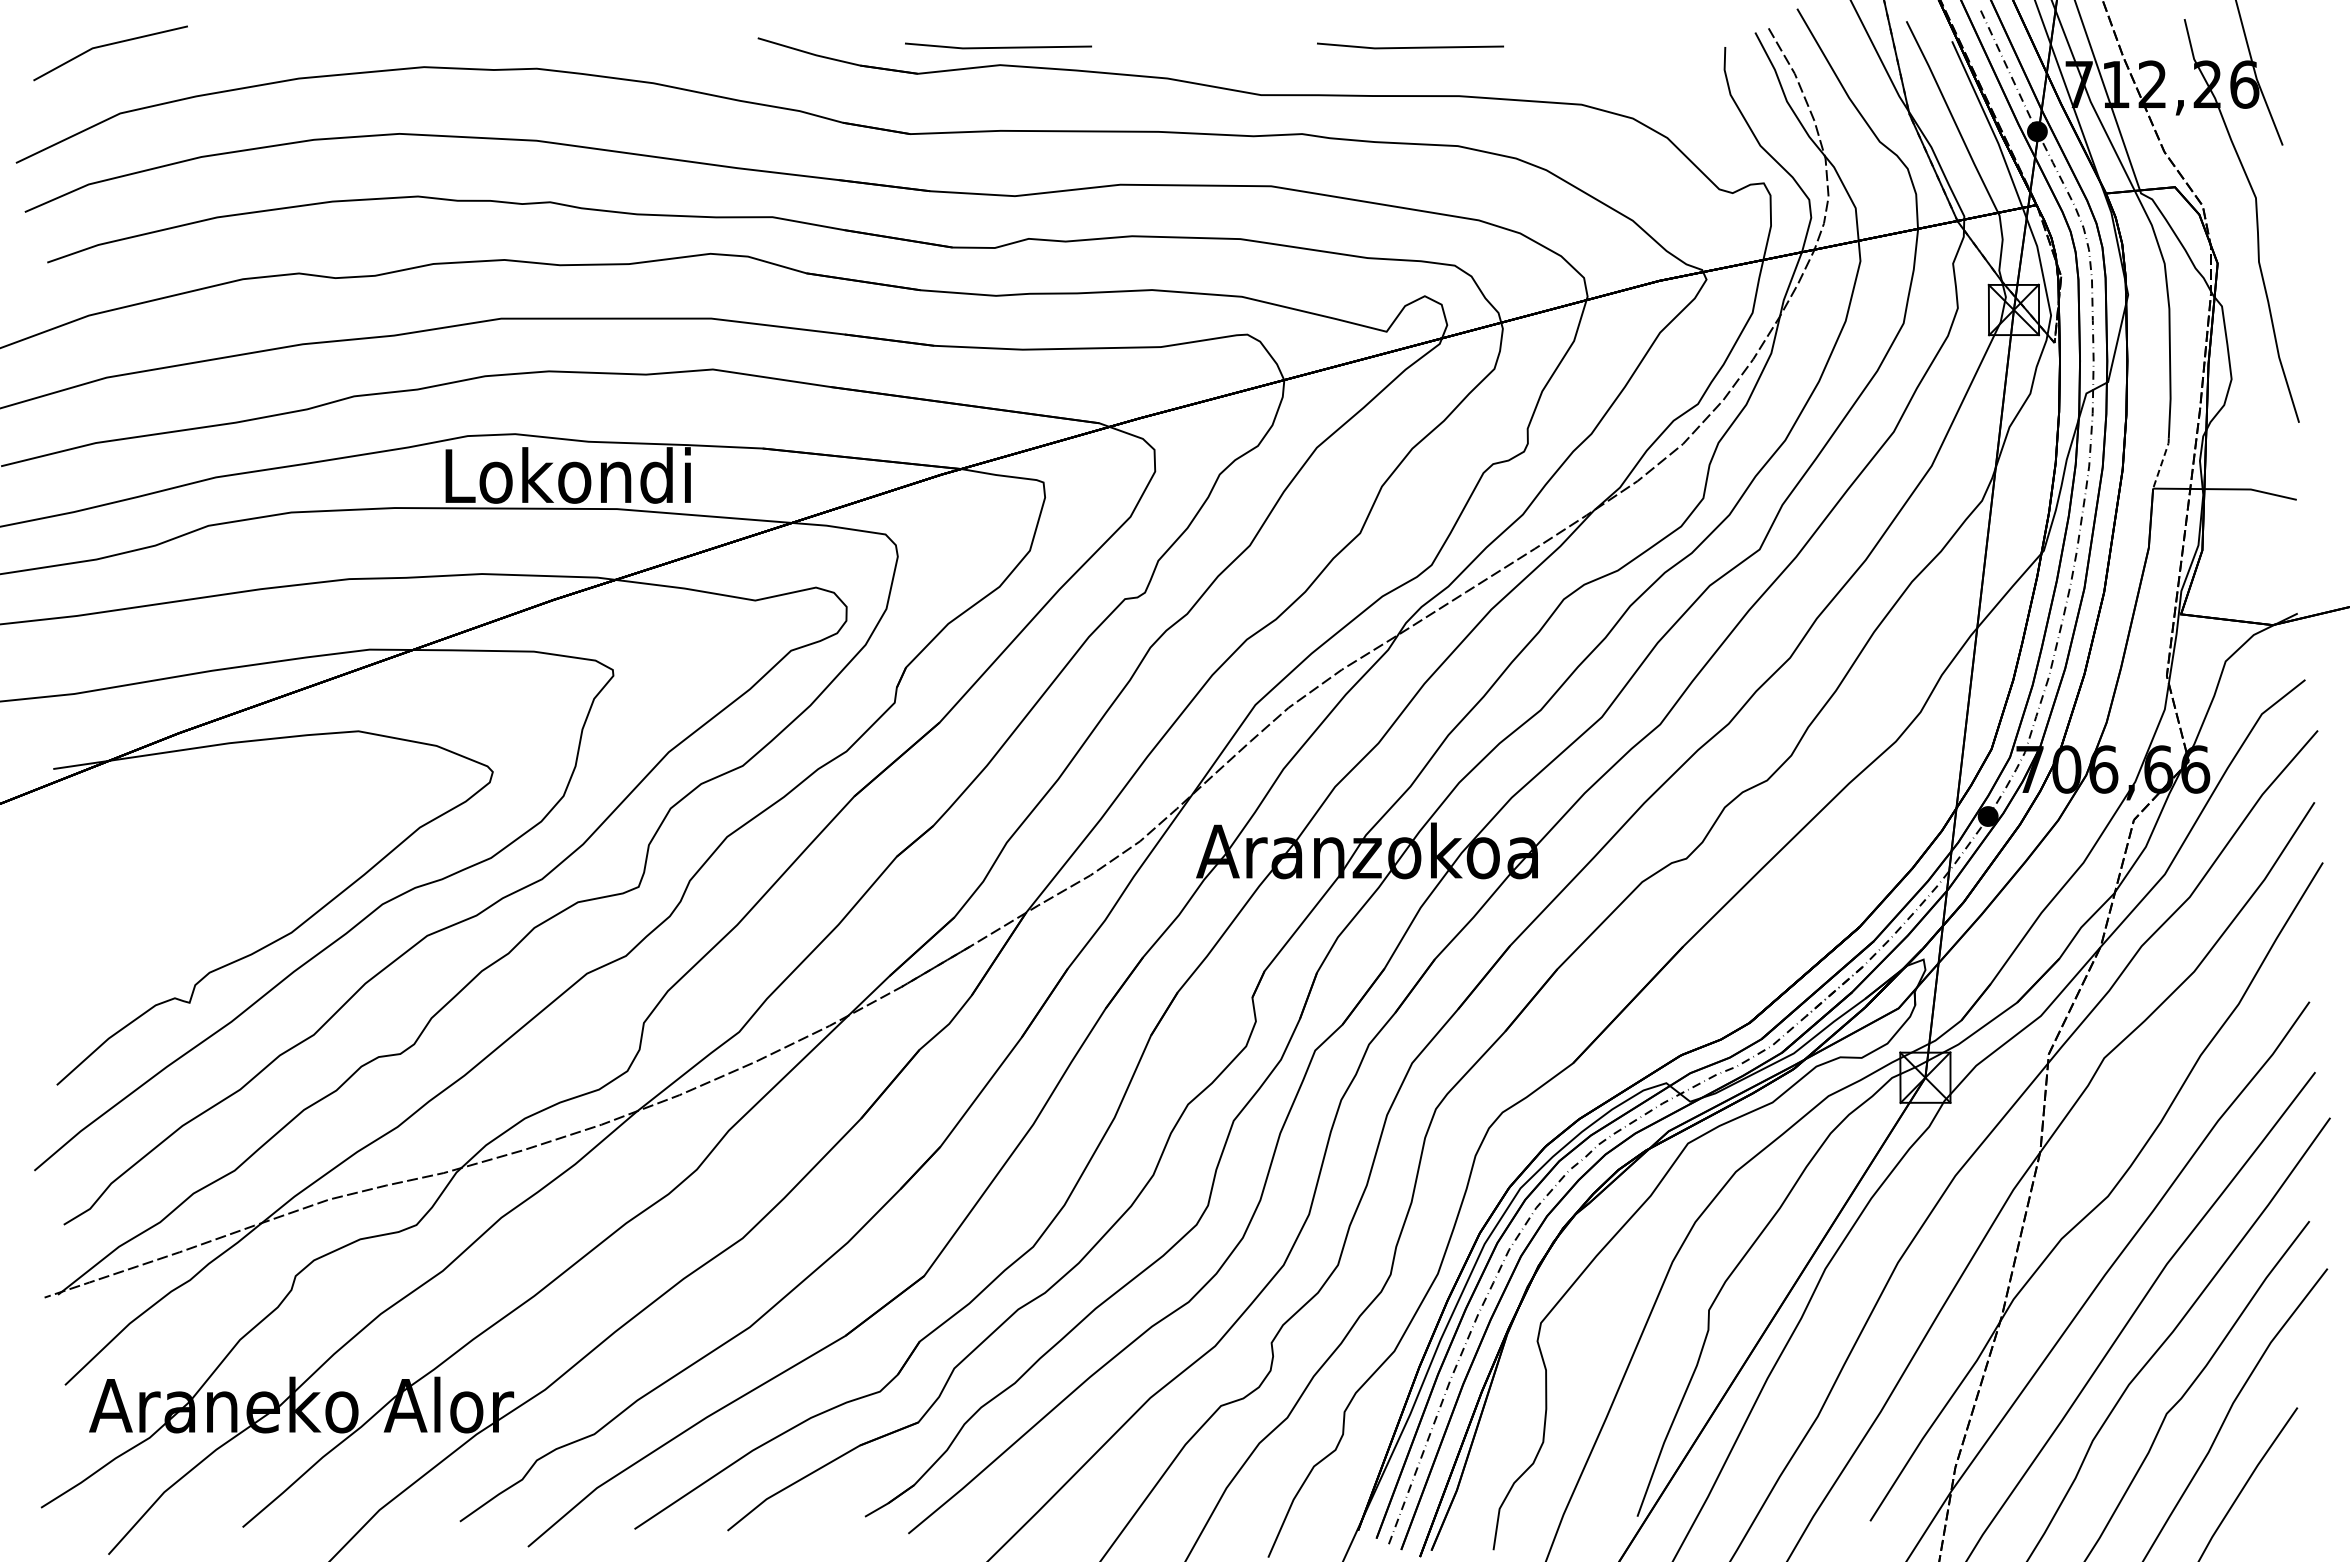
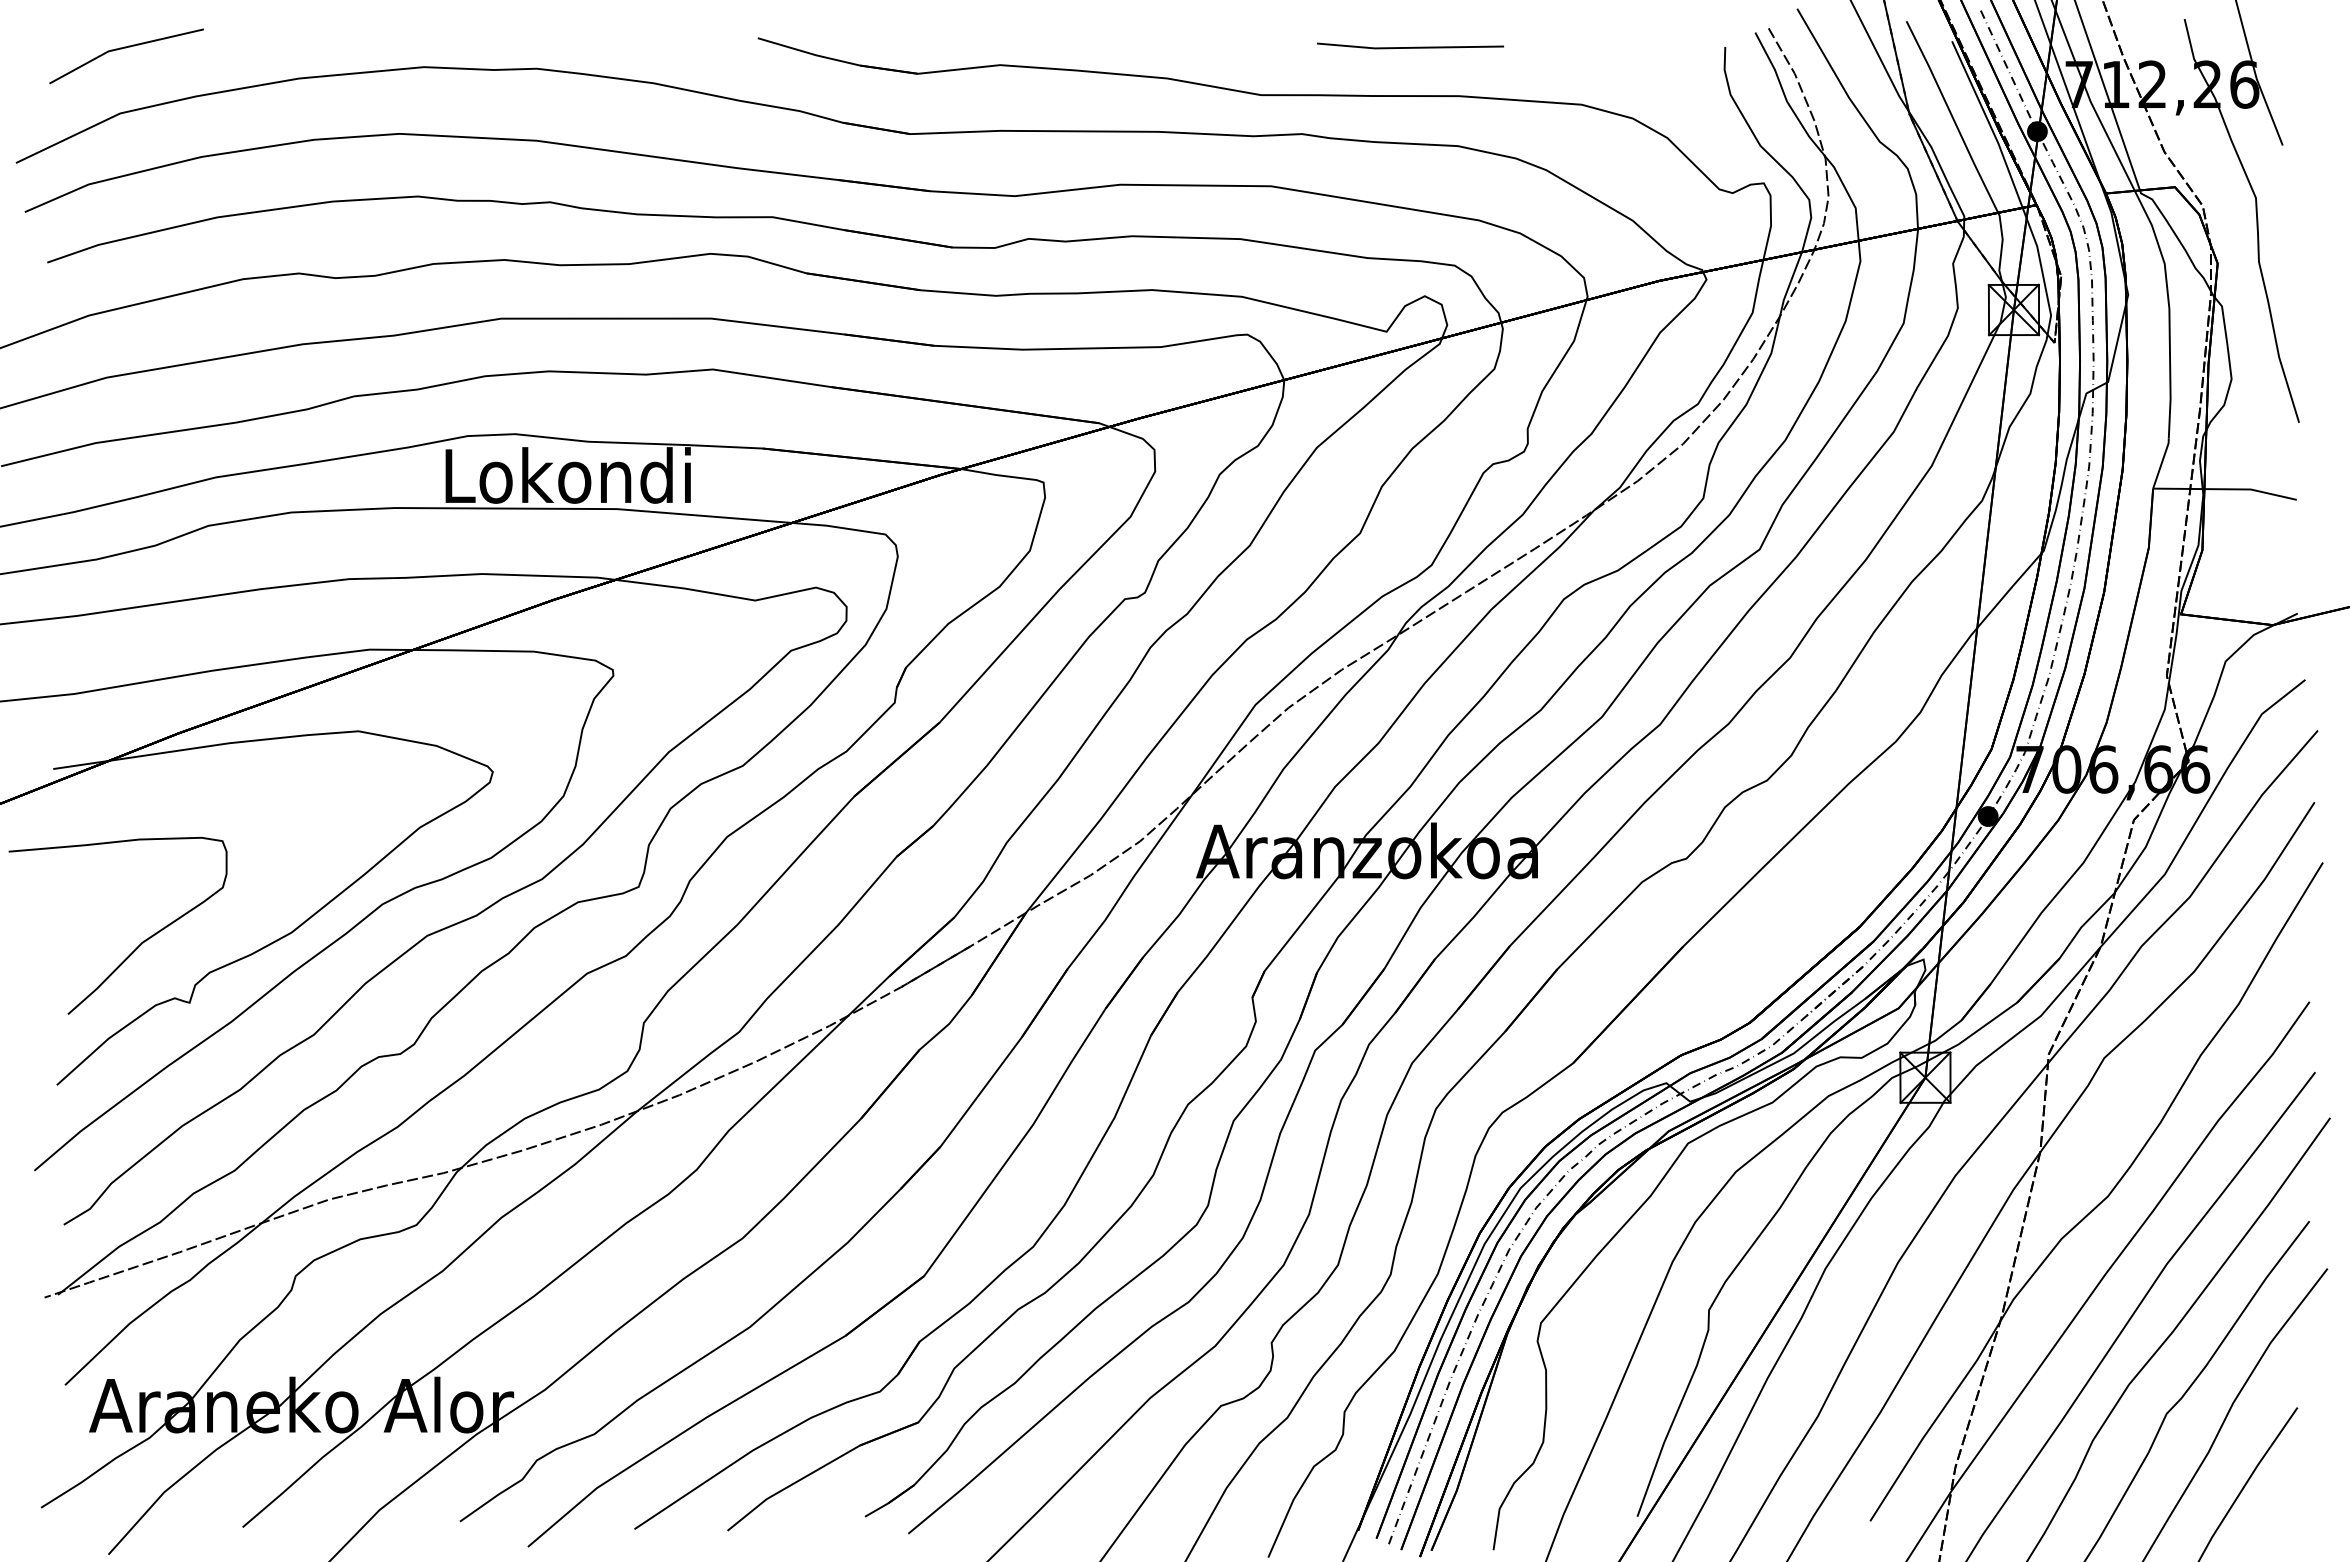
line at (110, 45) position: (110, 45) -> (126, 48)
line at (998, 47): present -> none
line at (2161, 463): dashed -> solid
curve at (138, 945): none -> present
